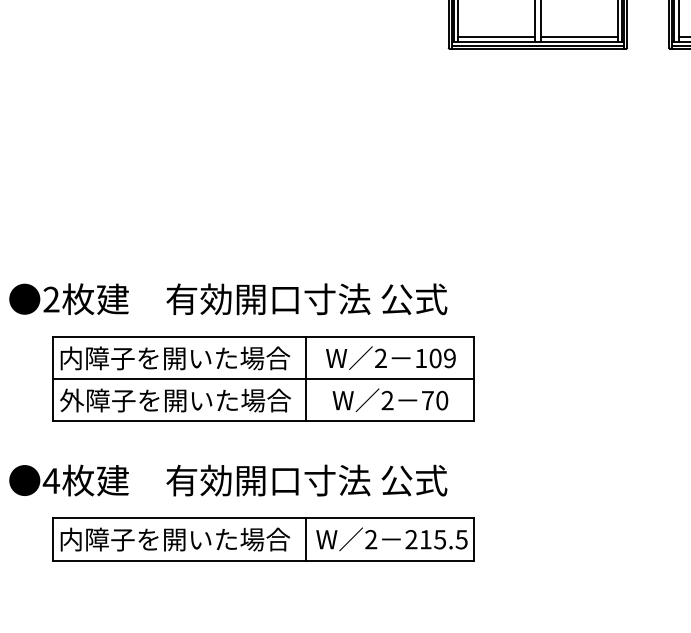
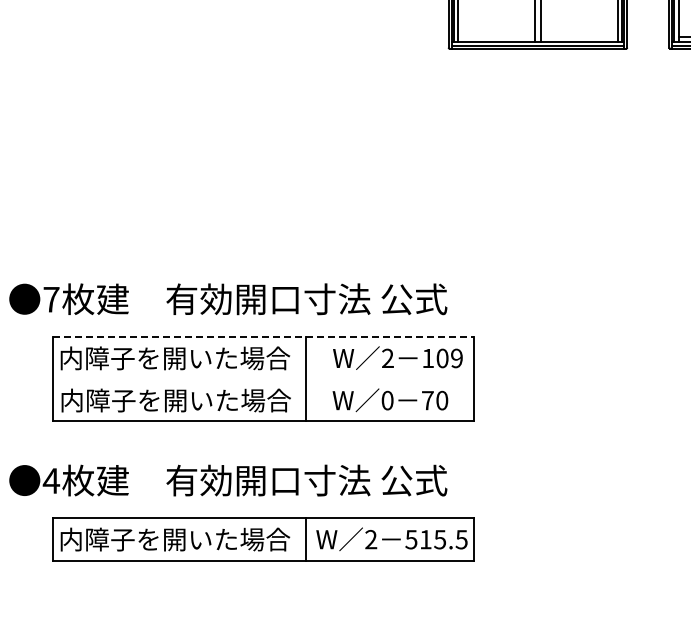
line at (496, 36): present -> none
line at (578, 36): present -> none
text at (51, 299): 2 -> 7
line at (263, 337): solid -> dashed
text at (390, 357) position: (390, 357) -> (397, 357)
line at (263, 379): present -> none
text at (72, 400): 外障子を開いた場合 -> 内障子を開いた場合
text at (387, 400): 2 -> 0
text at (411, 539): 215.5 -> 515.5
